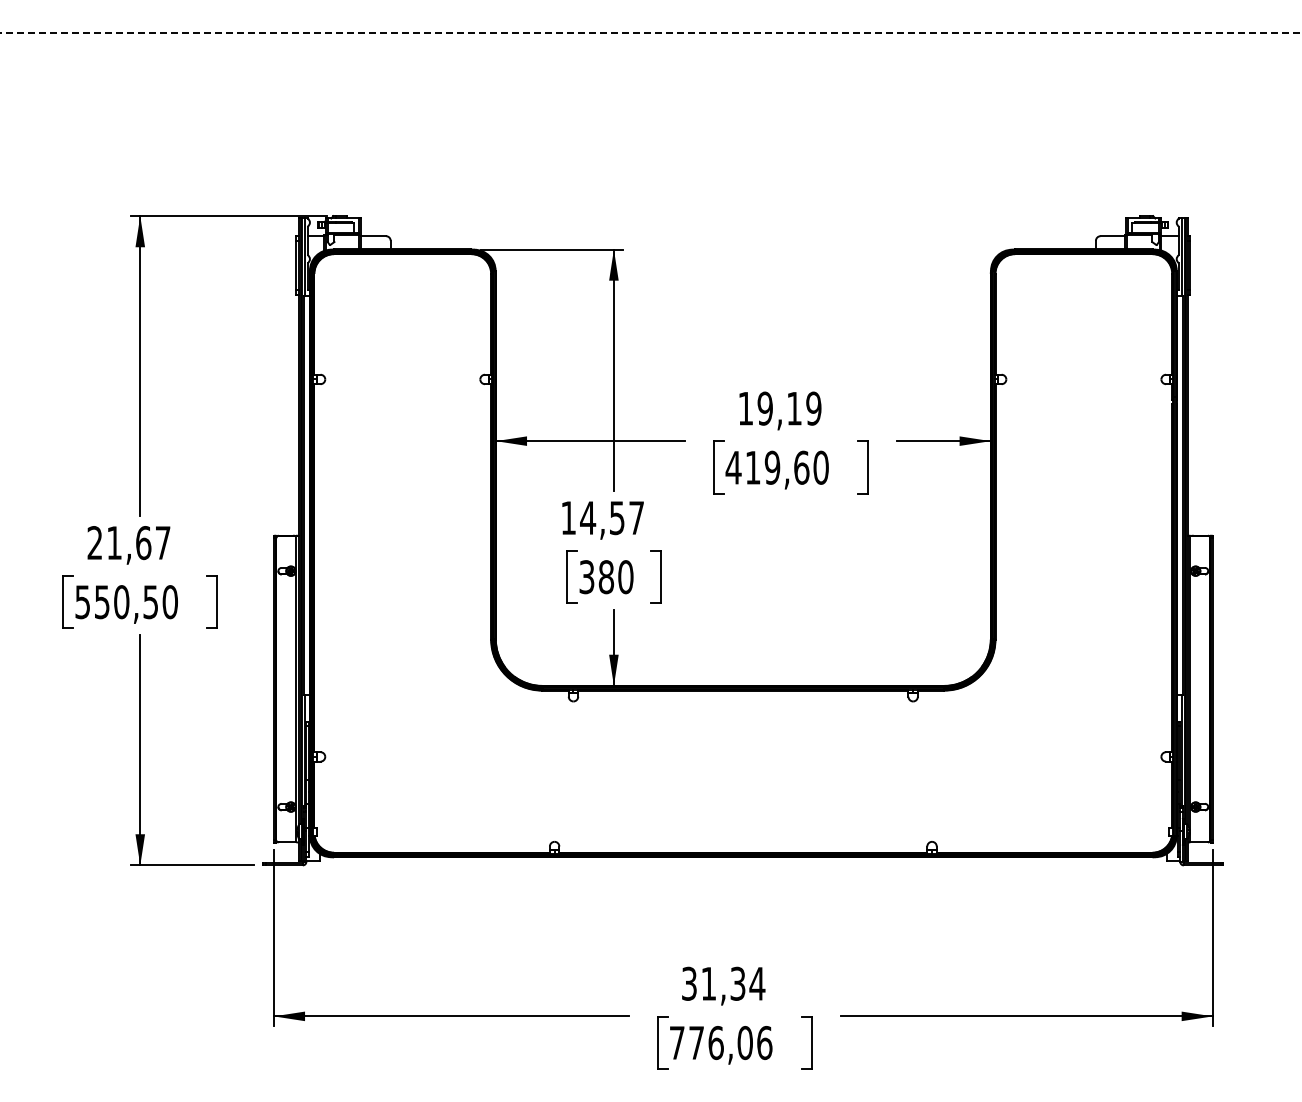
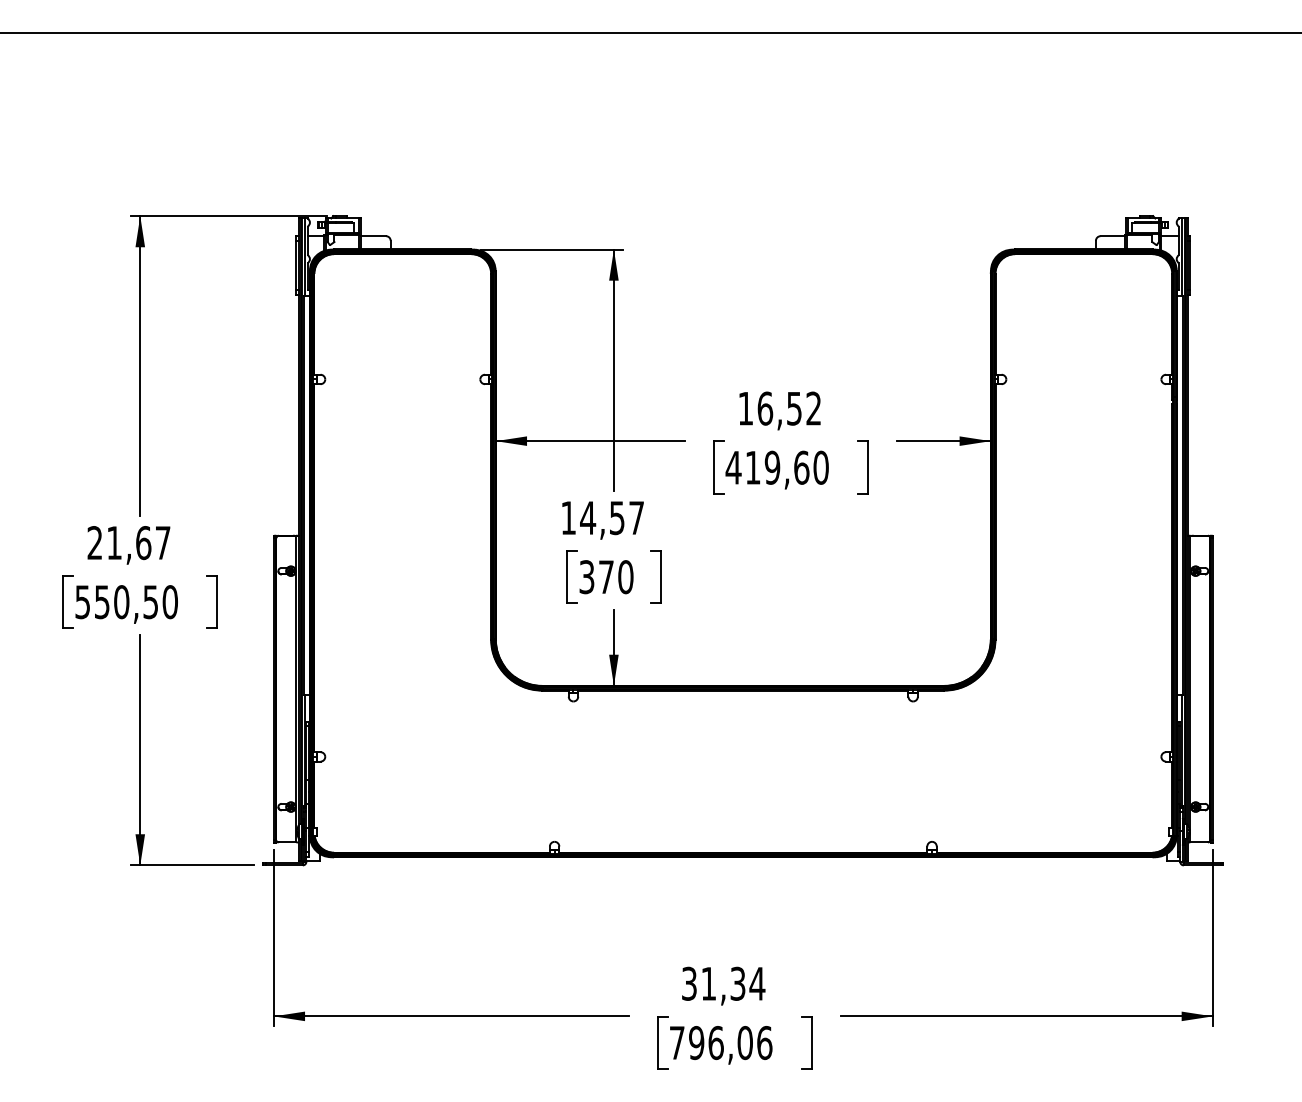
line at (650, 32): dashed -> solid
text at (789, 408): 19,19 -> 16,52
text at (606, 577): 380 -> 370
text at (696, 1043): 776,06 -> 796,06
